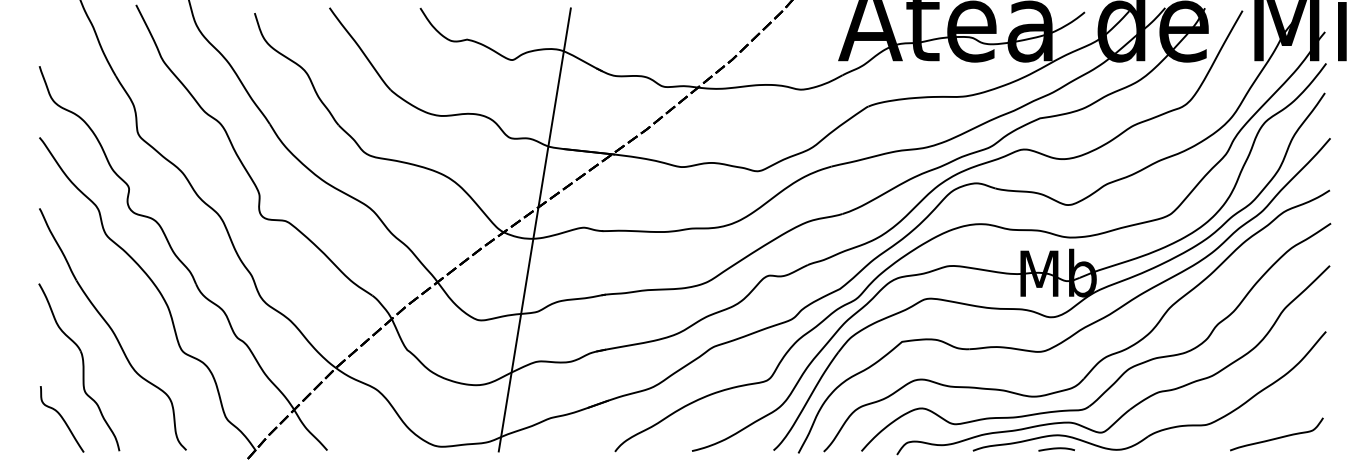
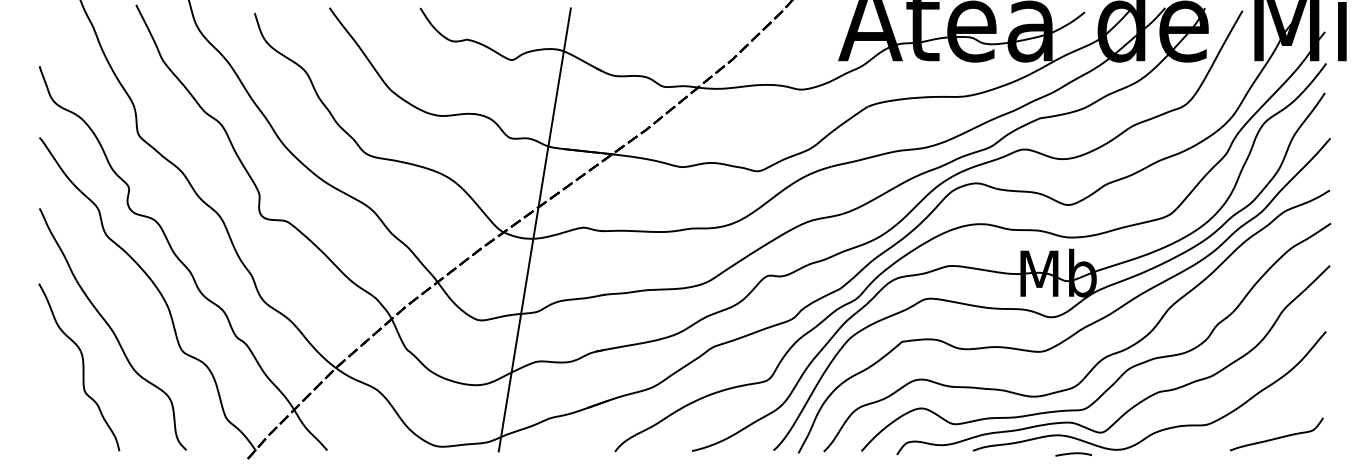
curve at (62, 419): present -> none
curve at (1056, 449) position: (1056, 449) -> (1073, 454)
